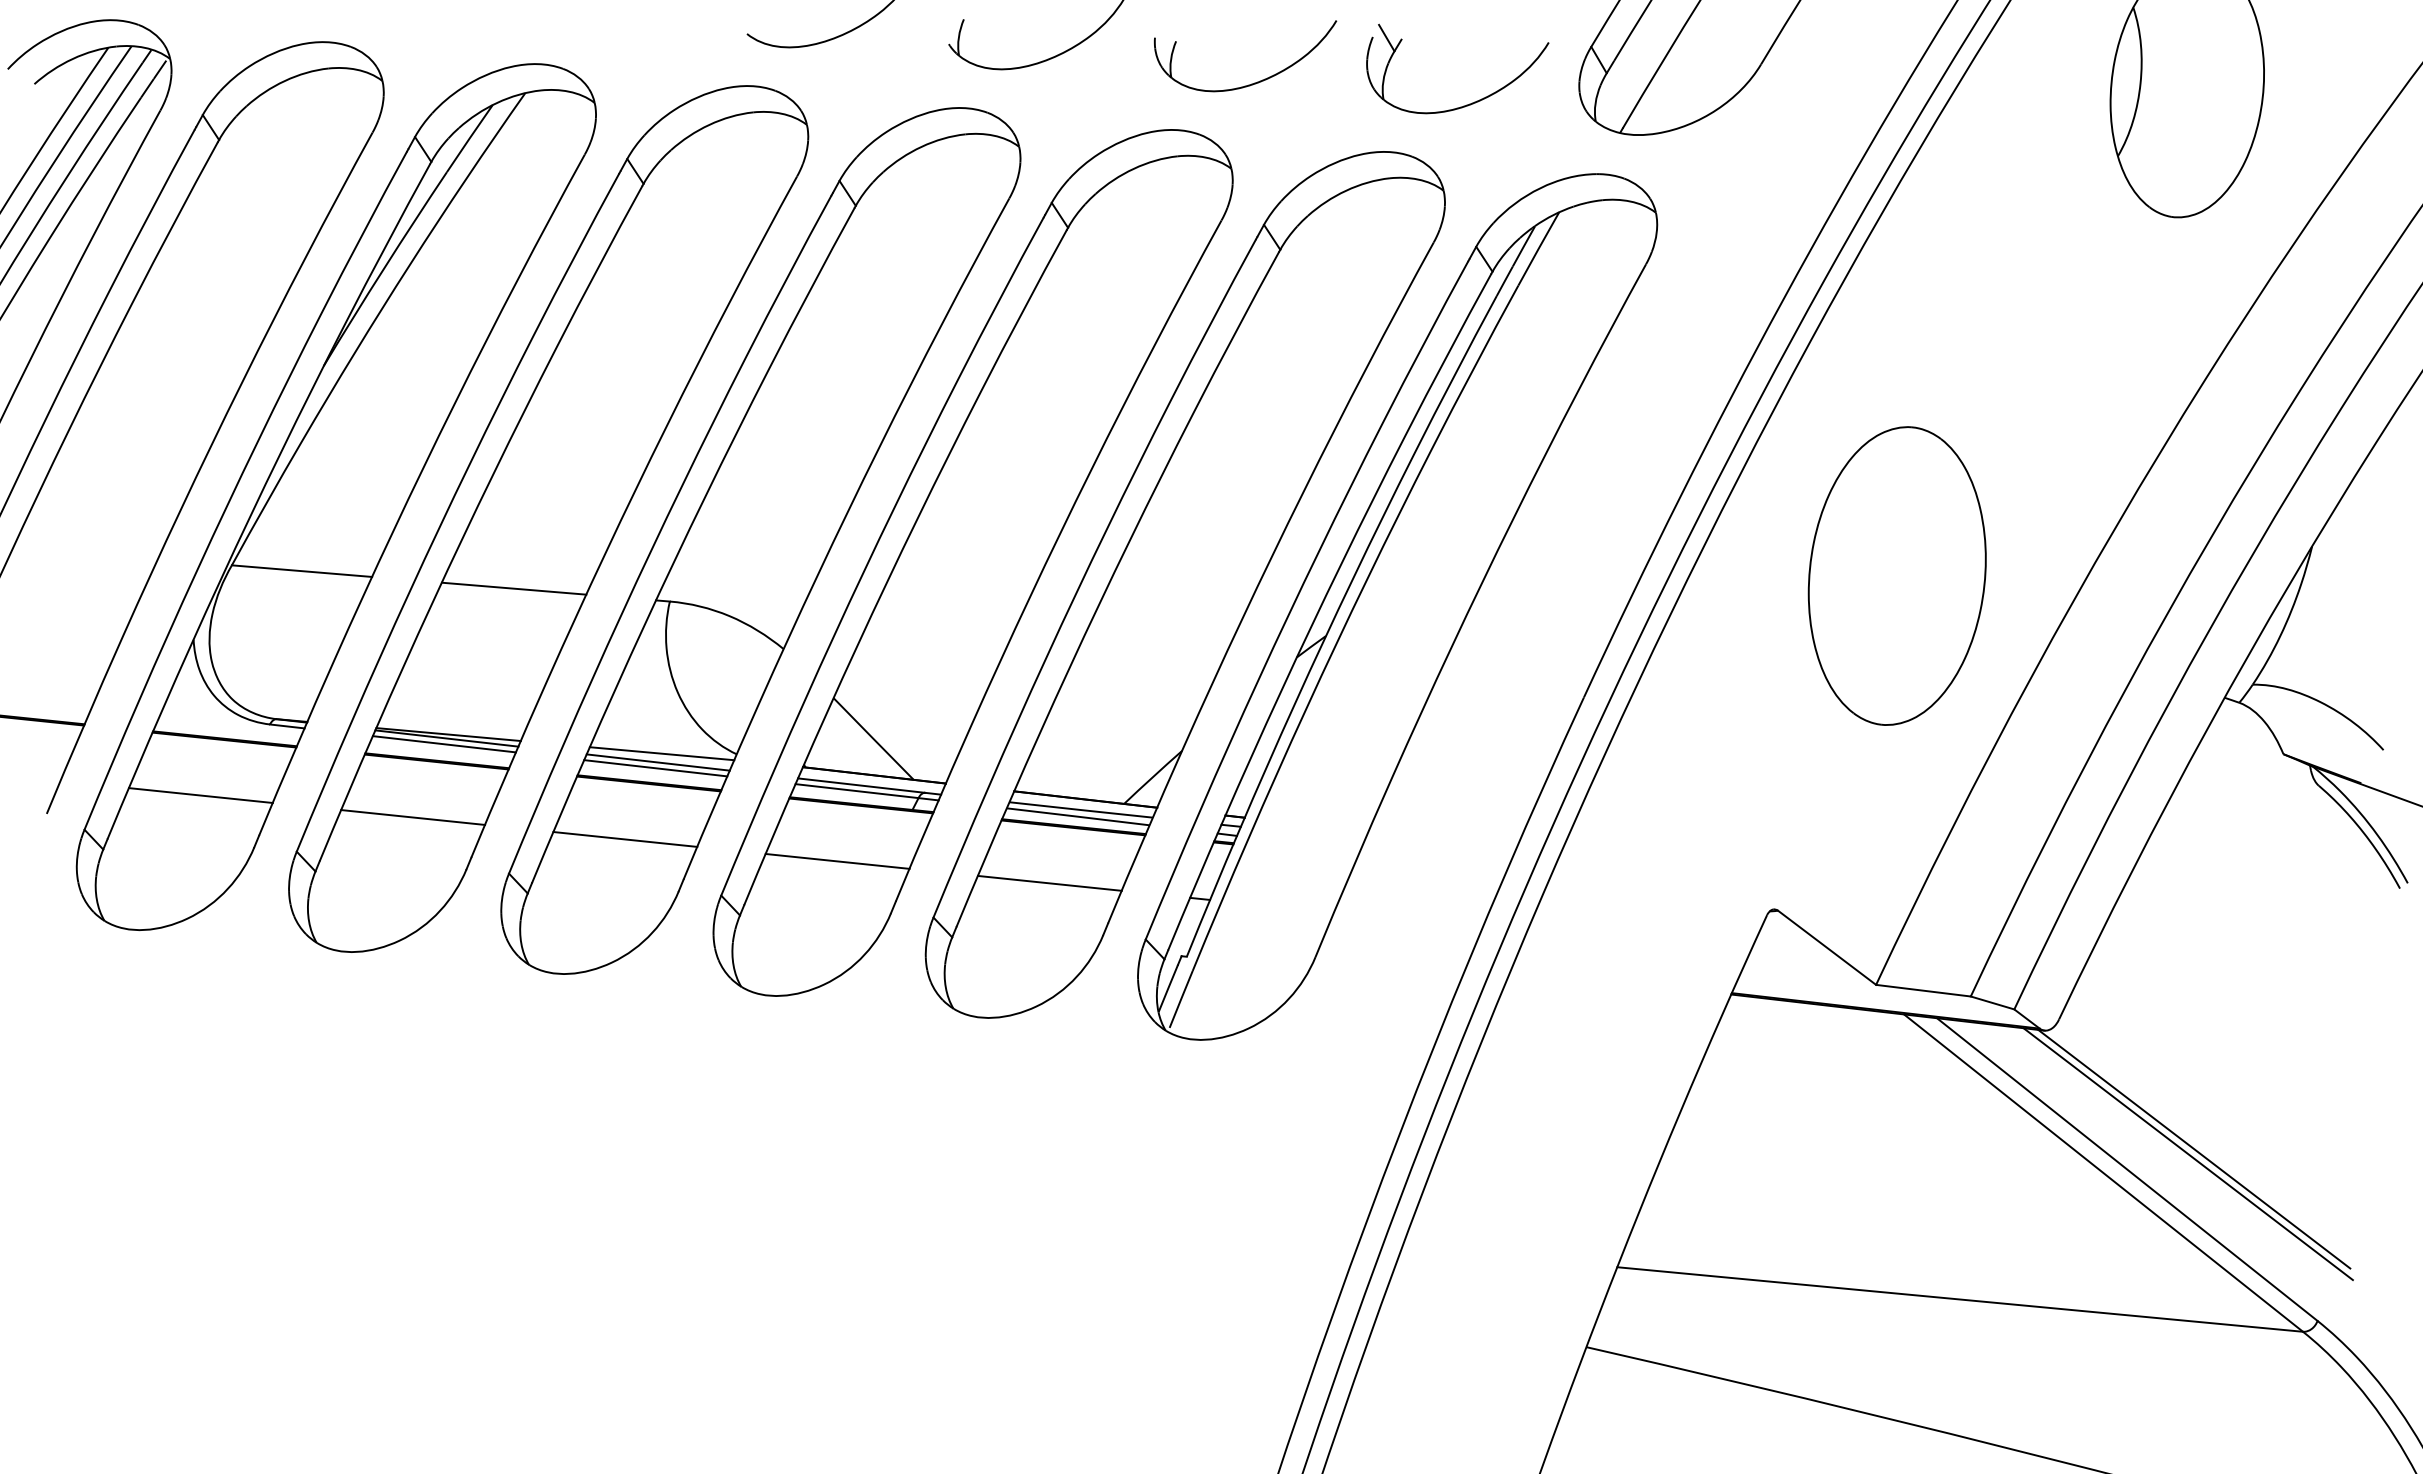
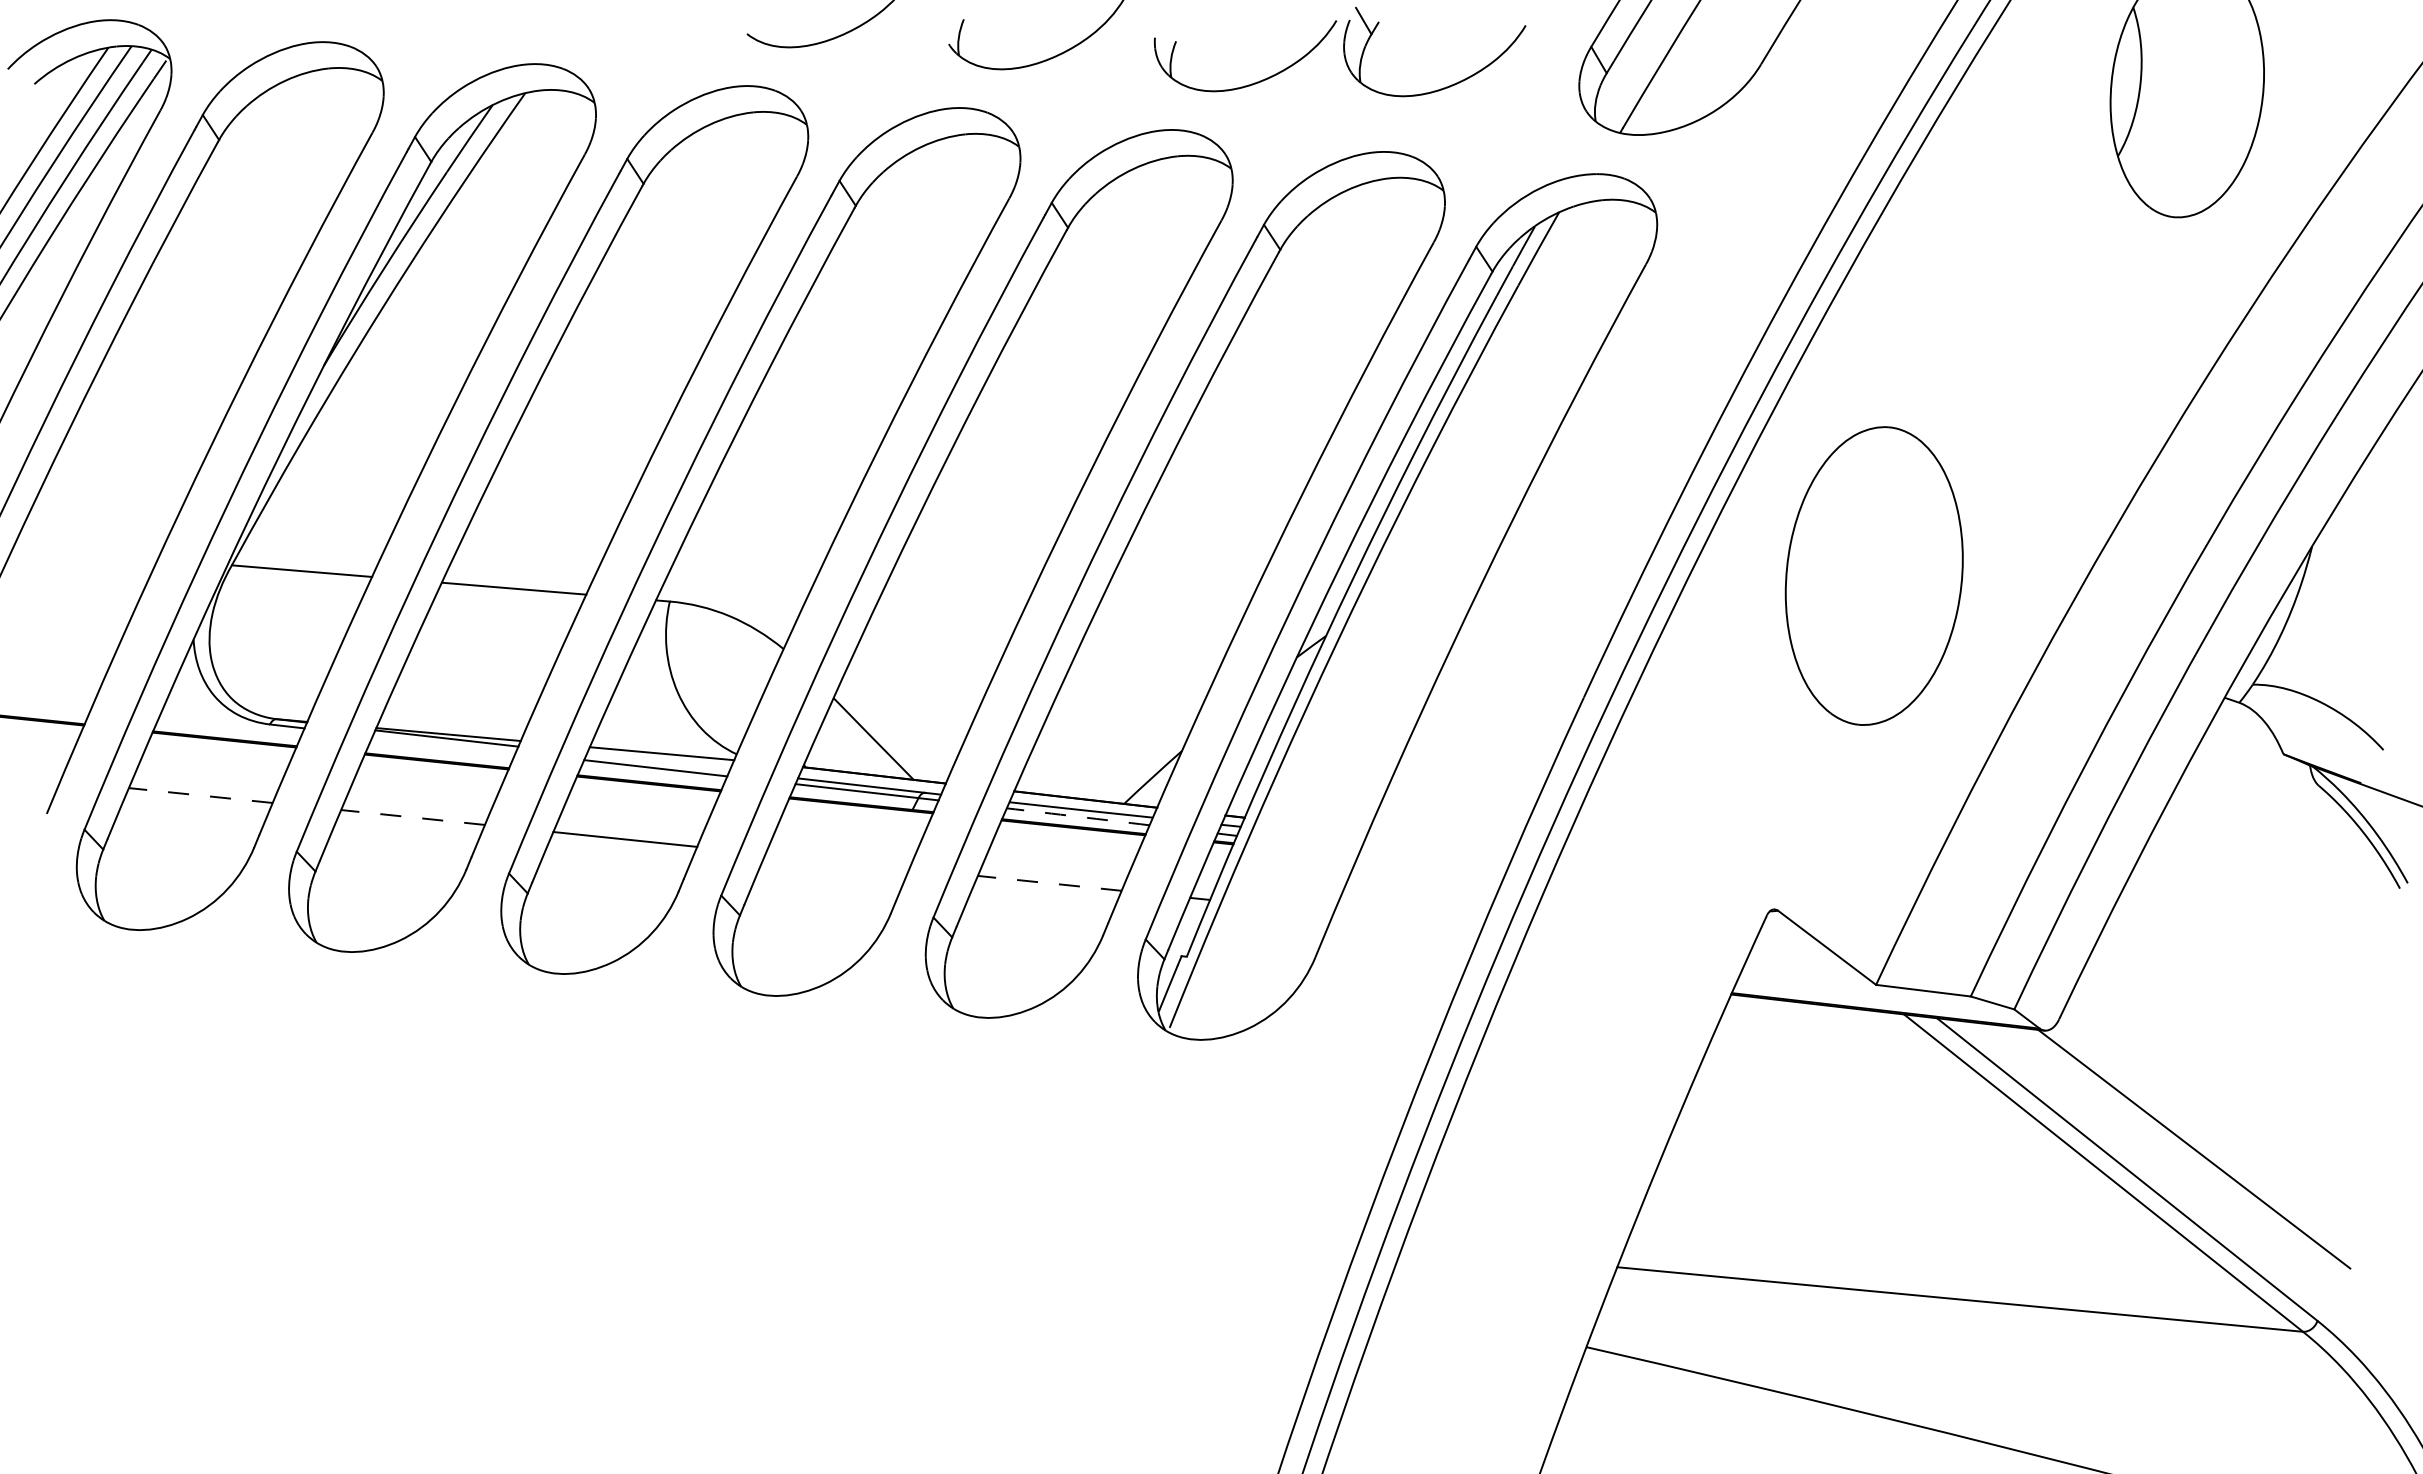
part at (1469, 103) position: (1469, 103) -> (1446, 86)
part at (1896, 575) position: (1896, 575) -> (1873, 575)
line at (443, 744): present -> none
line at (657, 762): present -> none
line at (200, 795): solid -> dashed
arc at (1078, 816): solid -> dashed
line at (412, 817): solid -> dashed
line at (837, 860): present -> none
line at (1049, 883): solid -> dashed
line at (2187, 1154): present -> none
